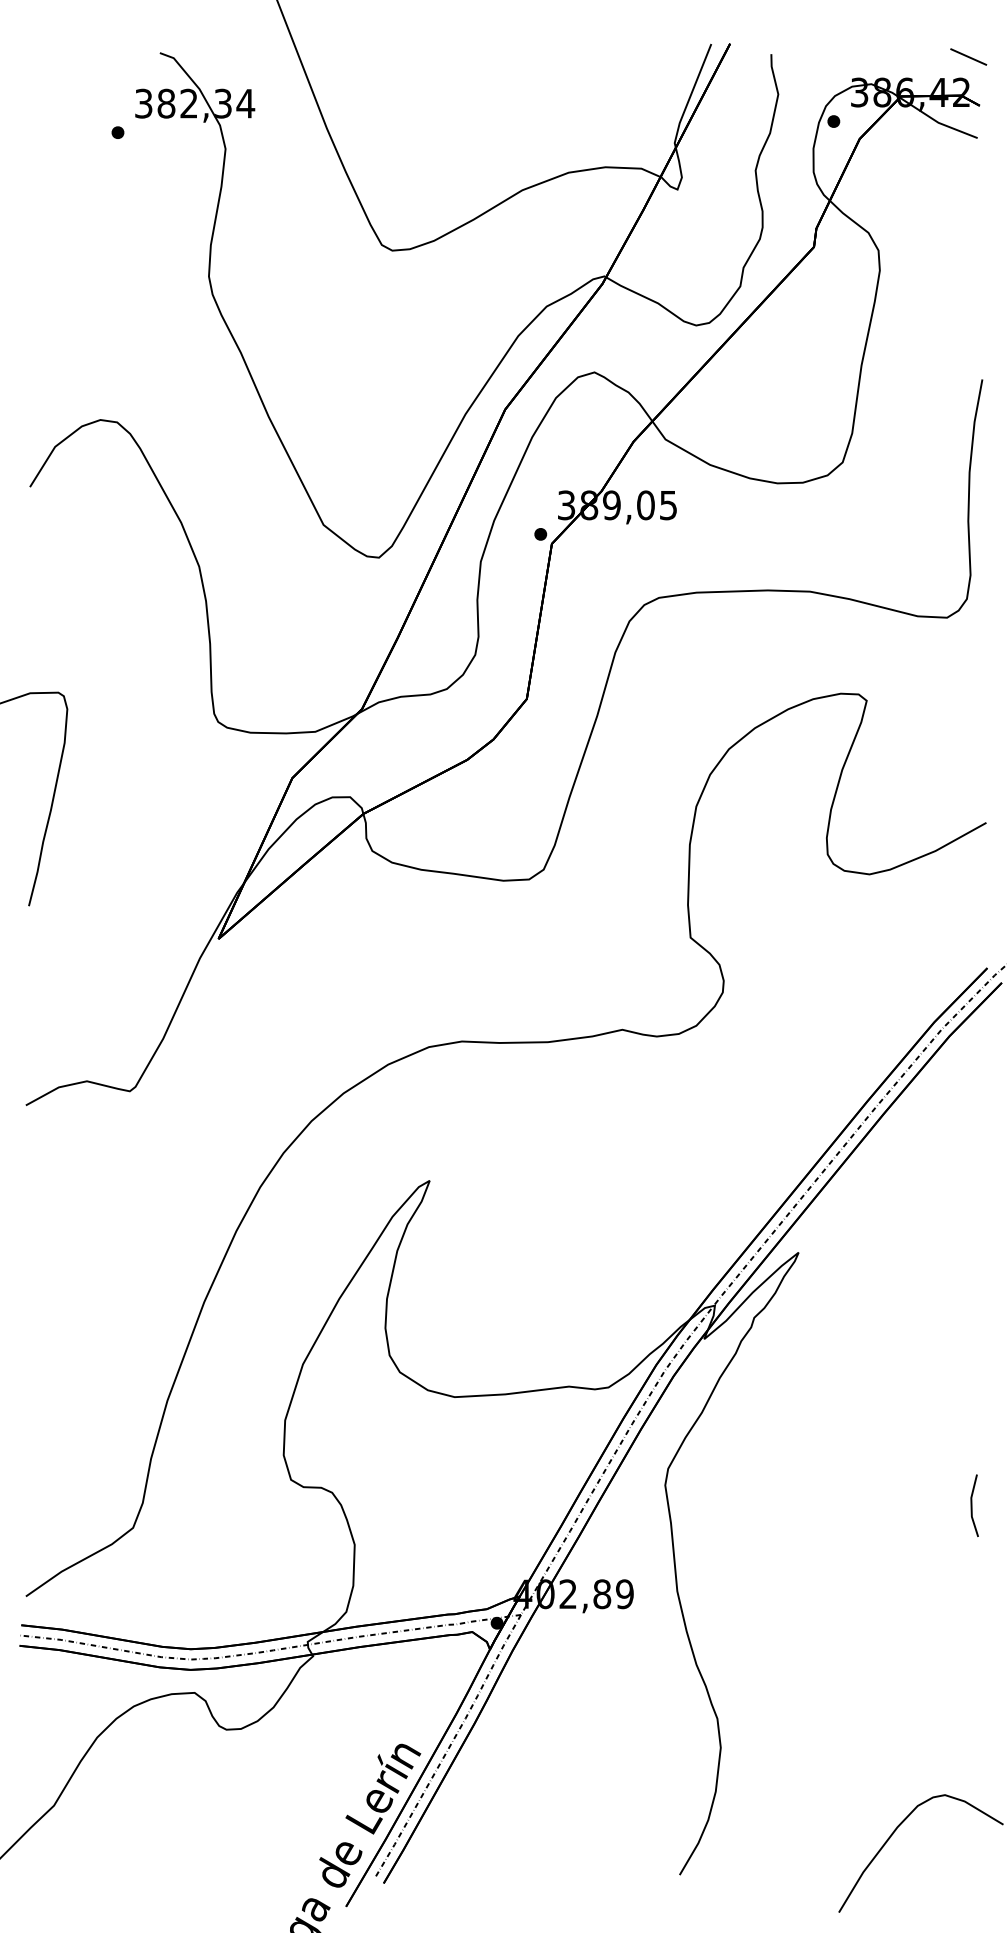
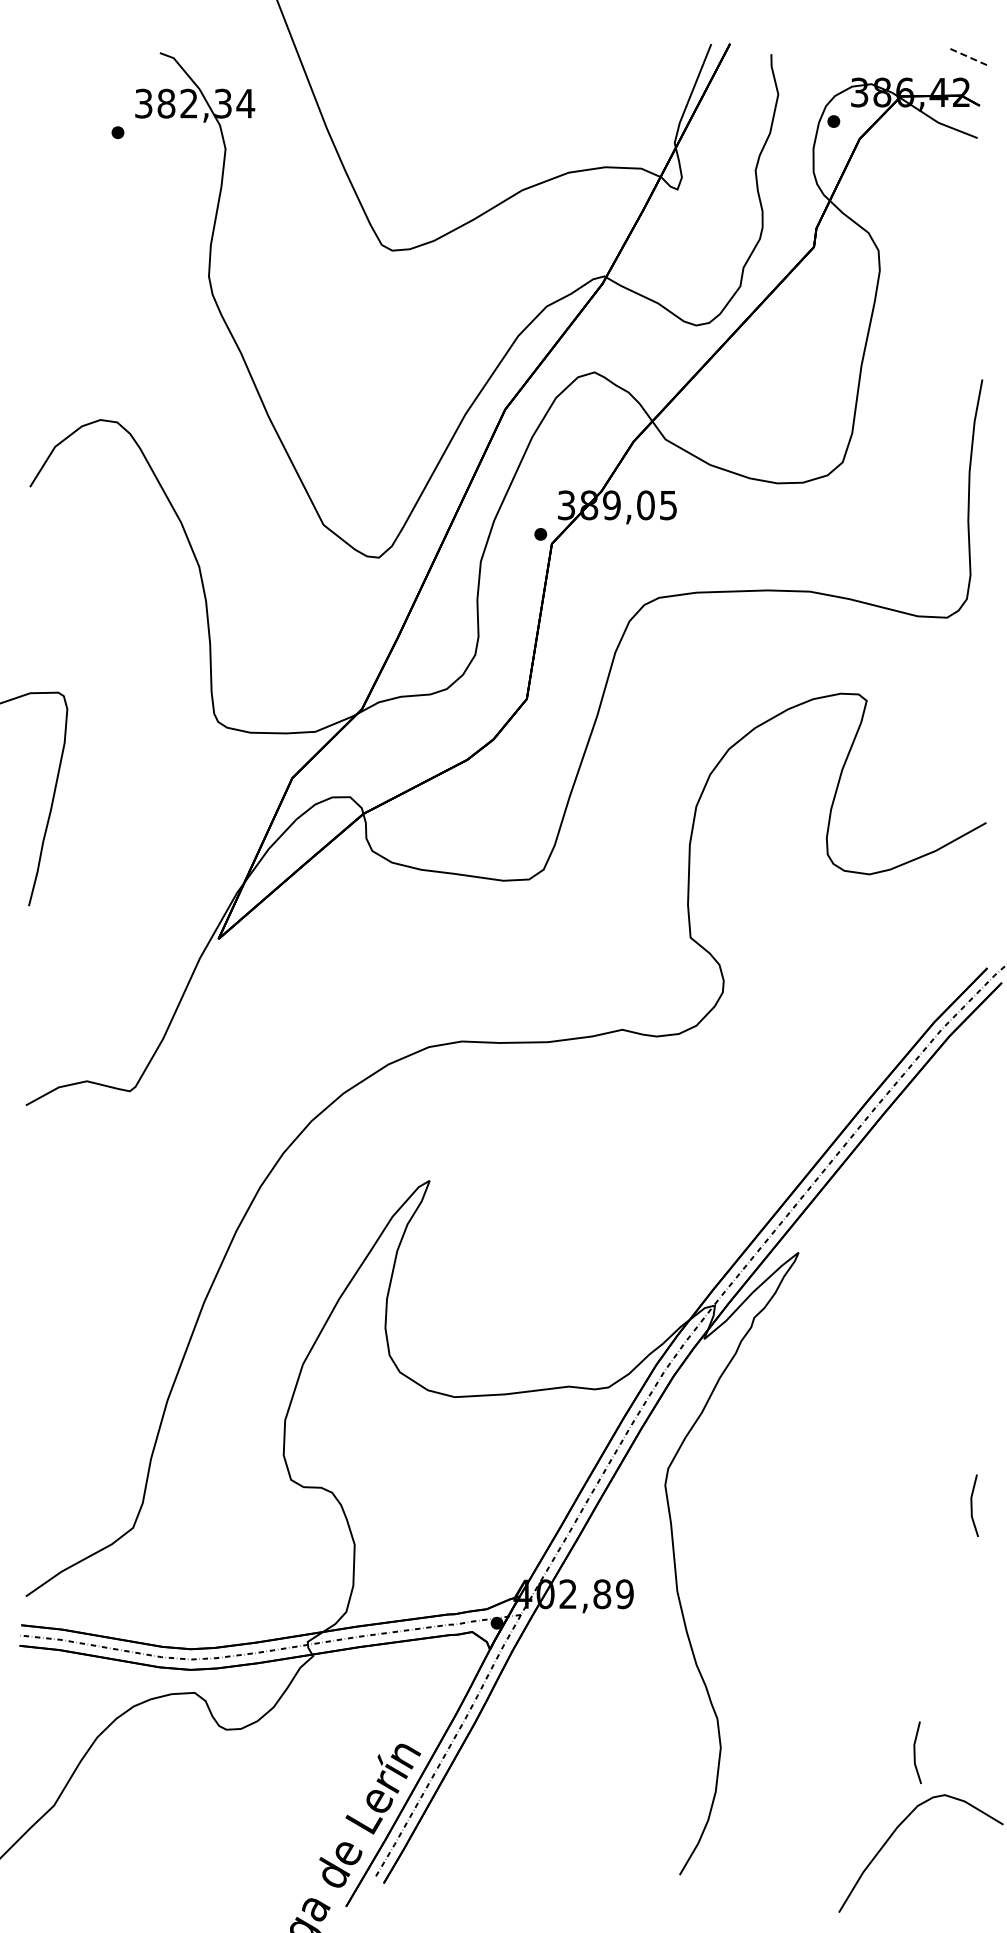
line at (968, 56): solid -> dashed
line at (915, 1752): none -> present
